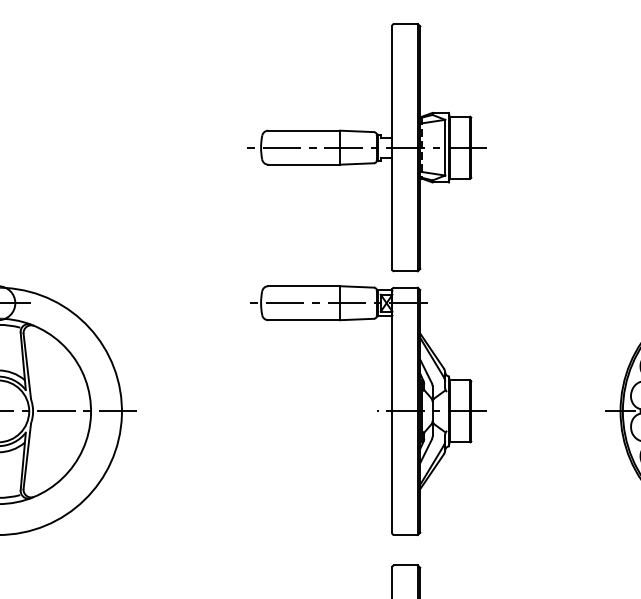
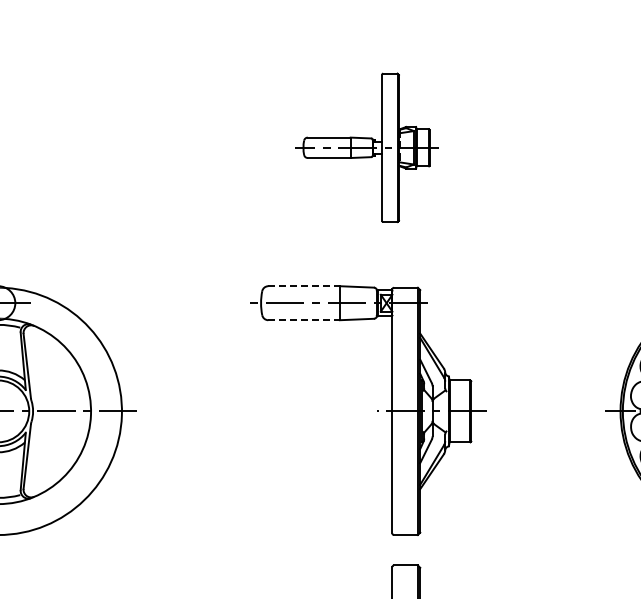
part at (366, 147) size: 240x250 px -> 144x152 px
line at (304, 286): solid -> dashed
line at (304, 320): solid -> dashed
